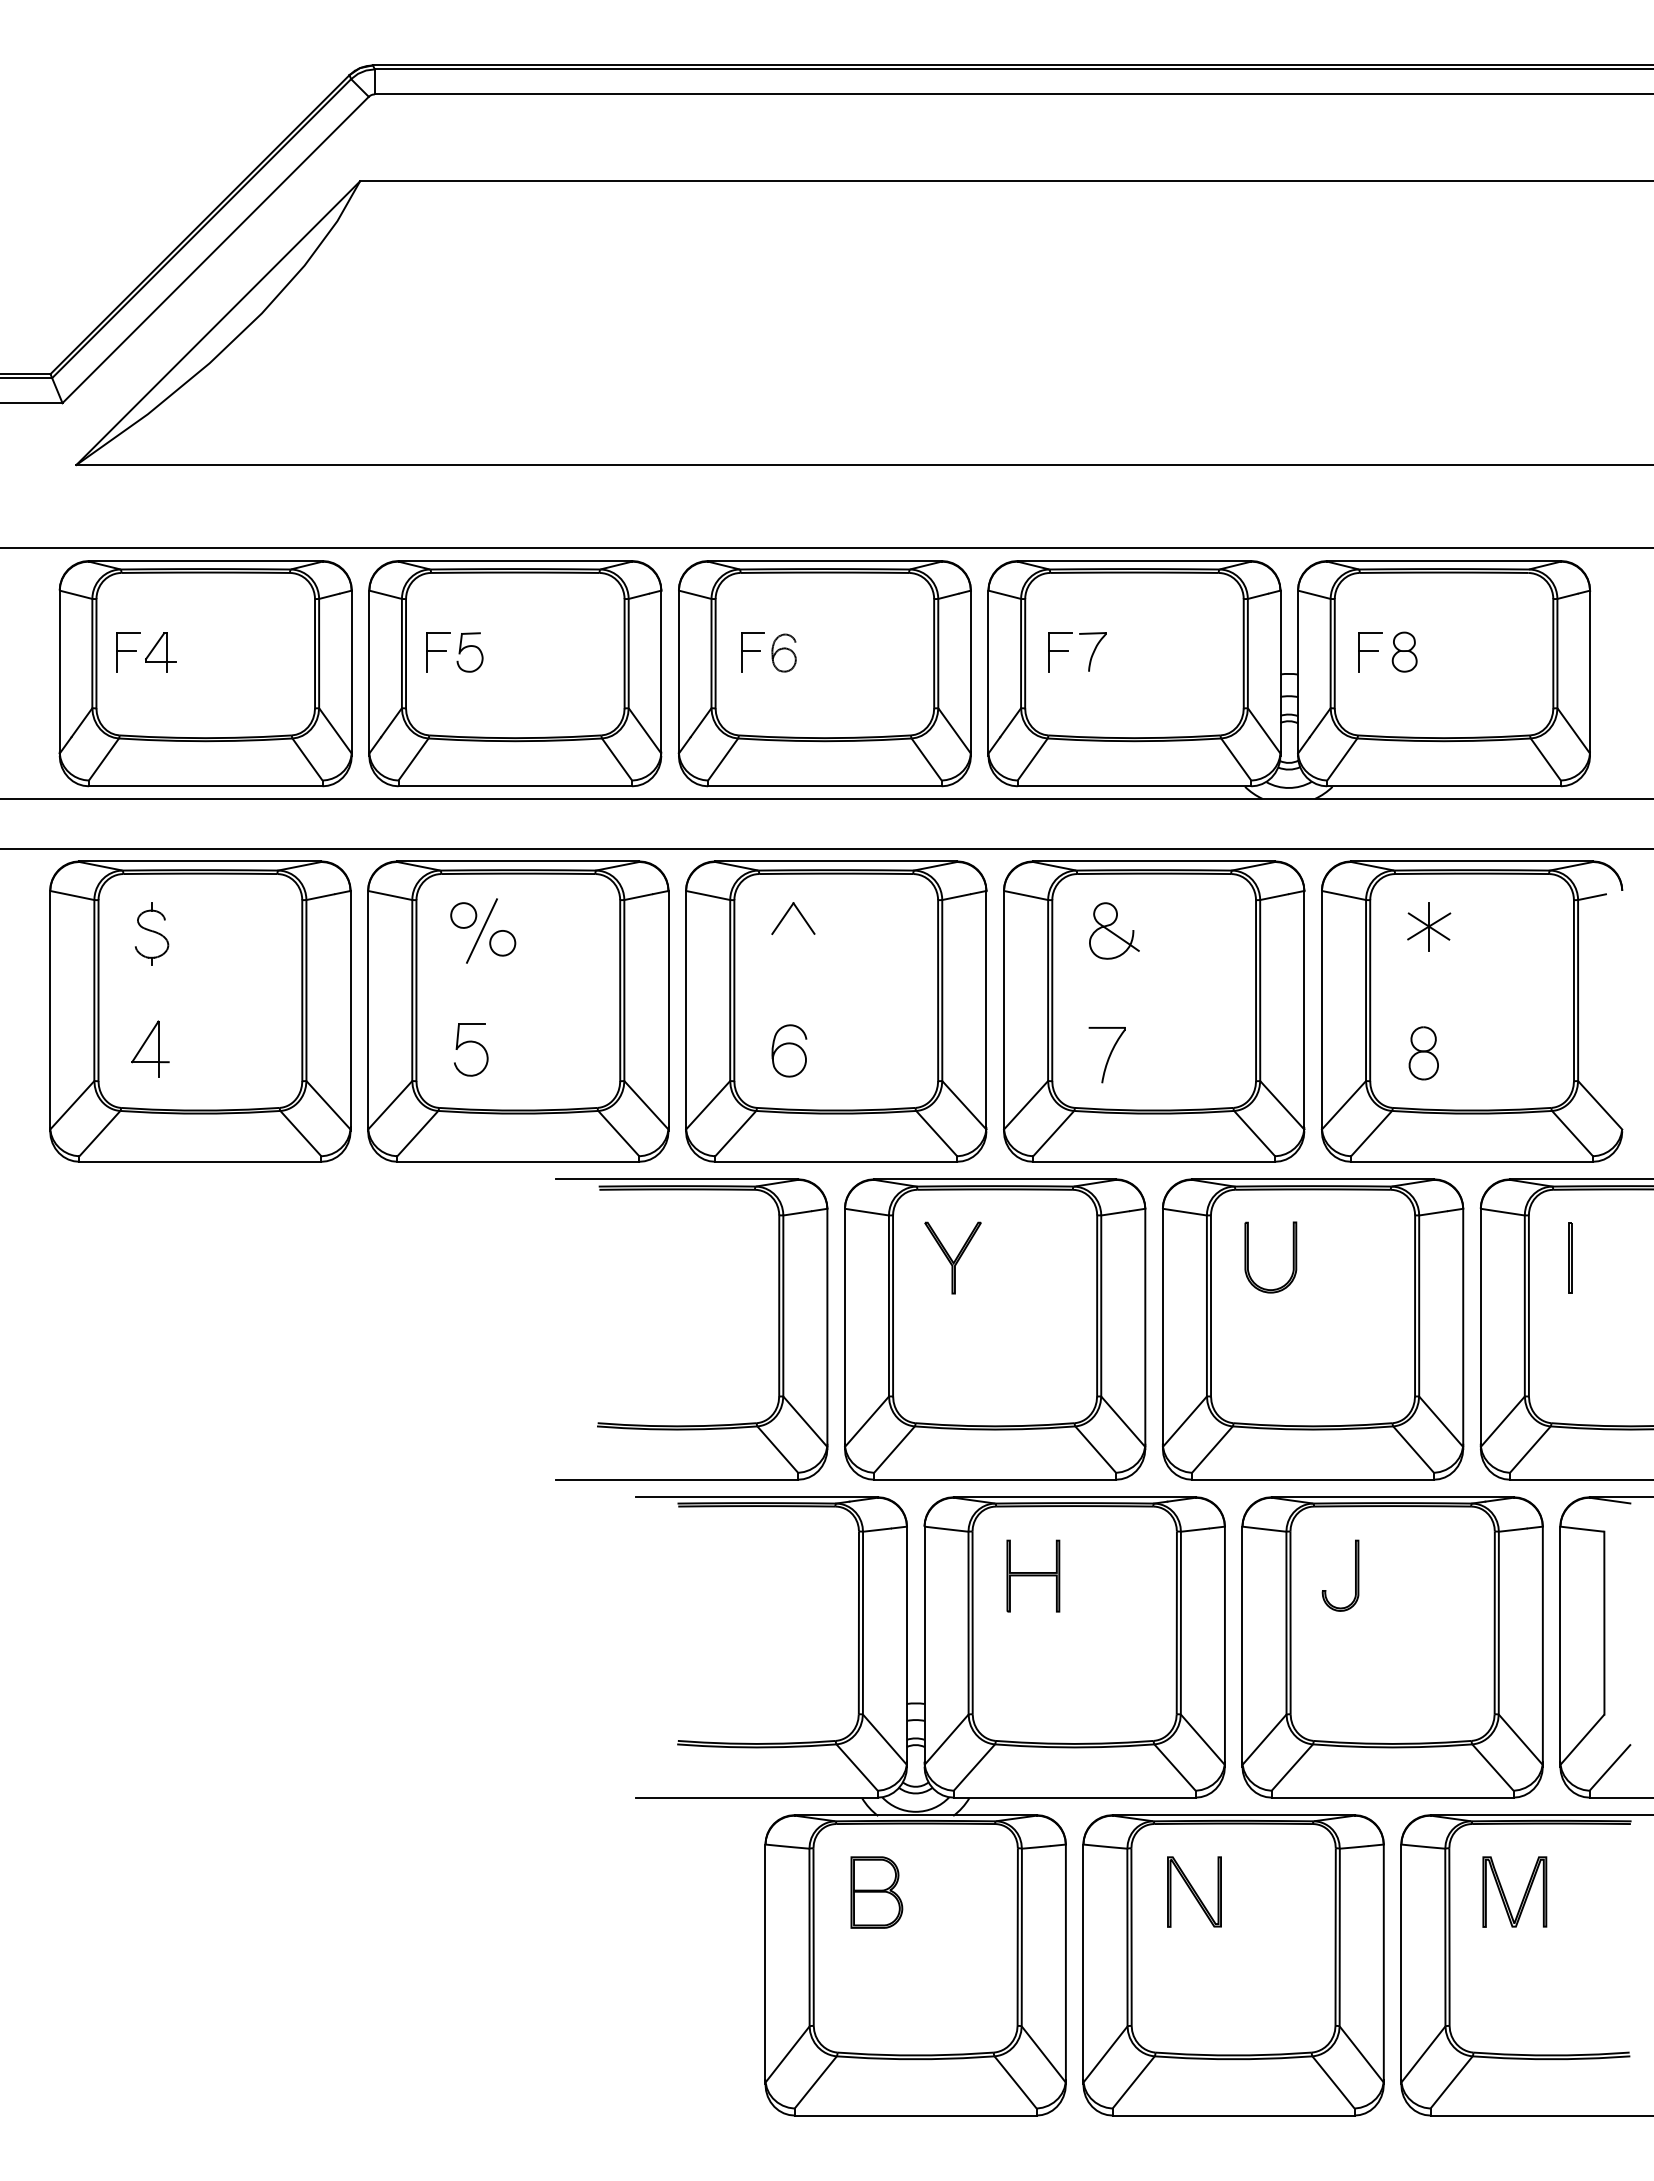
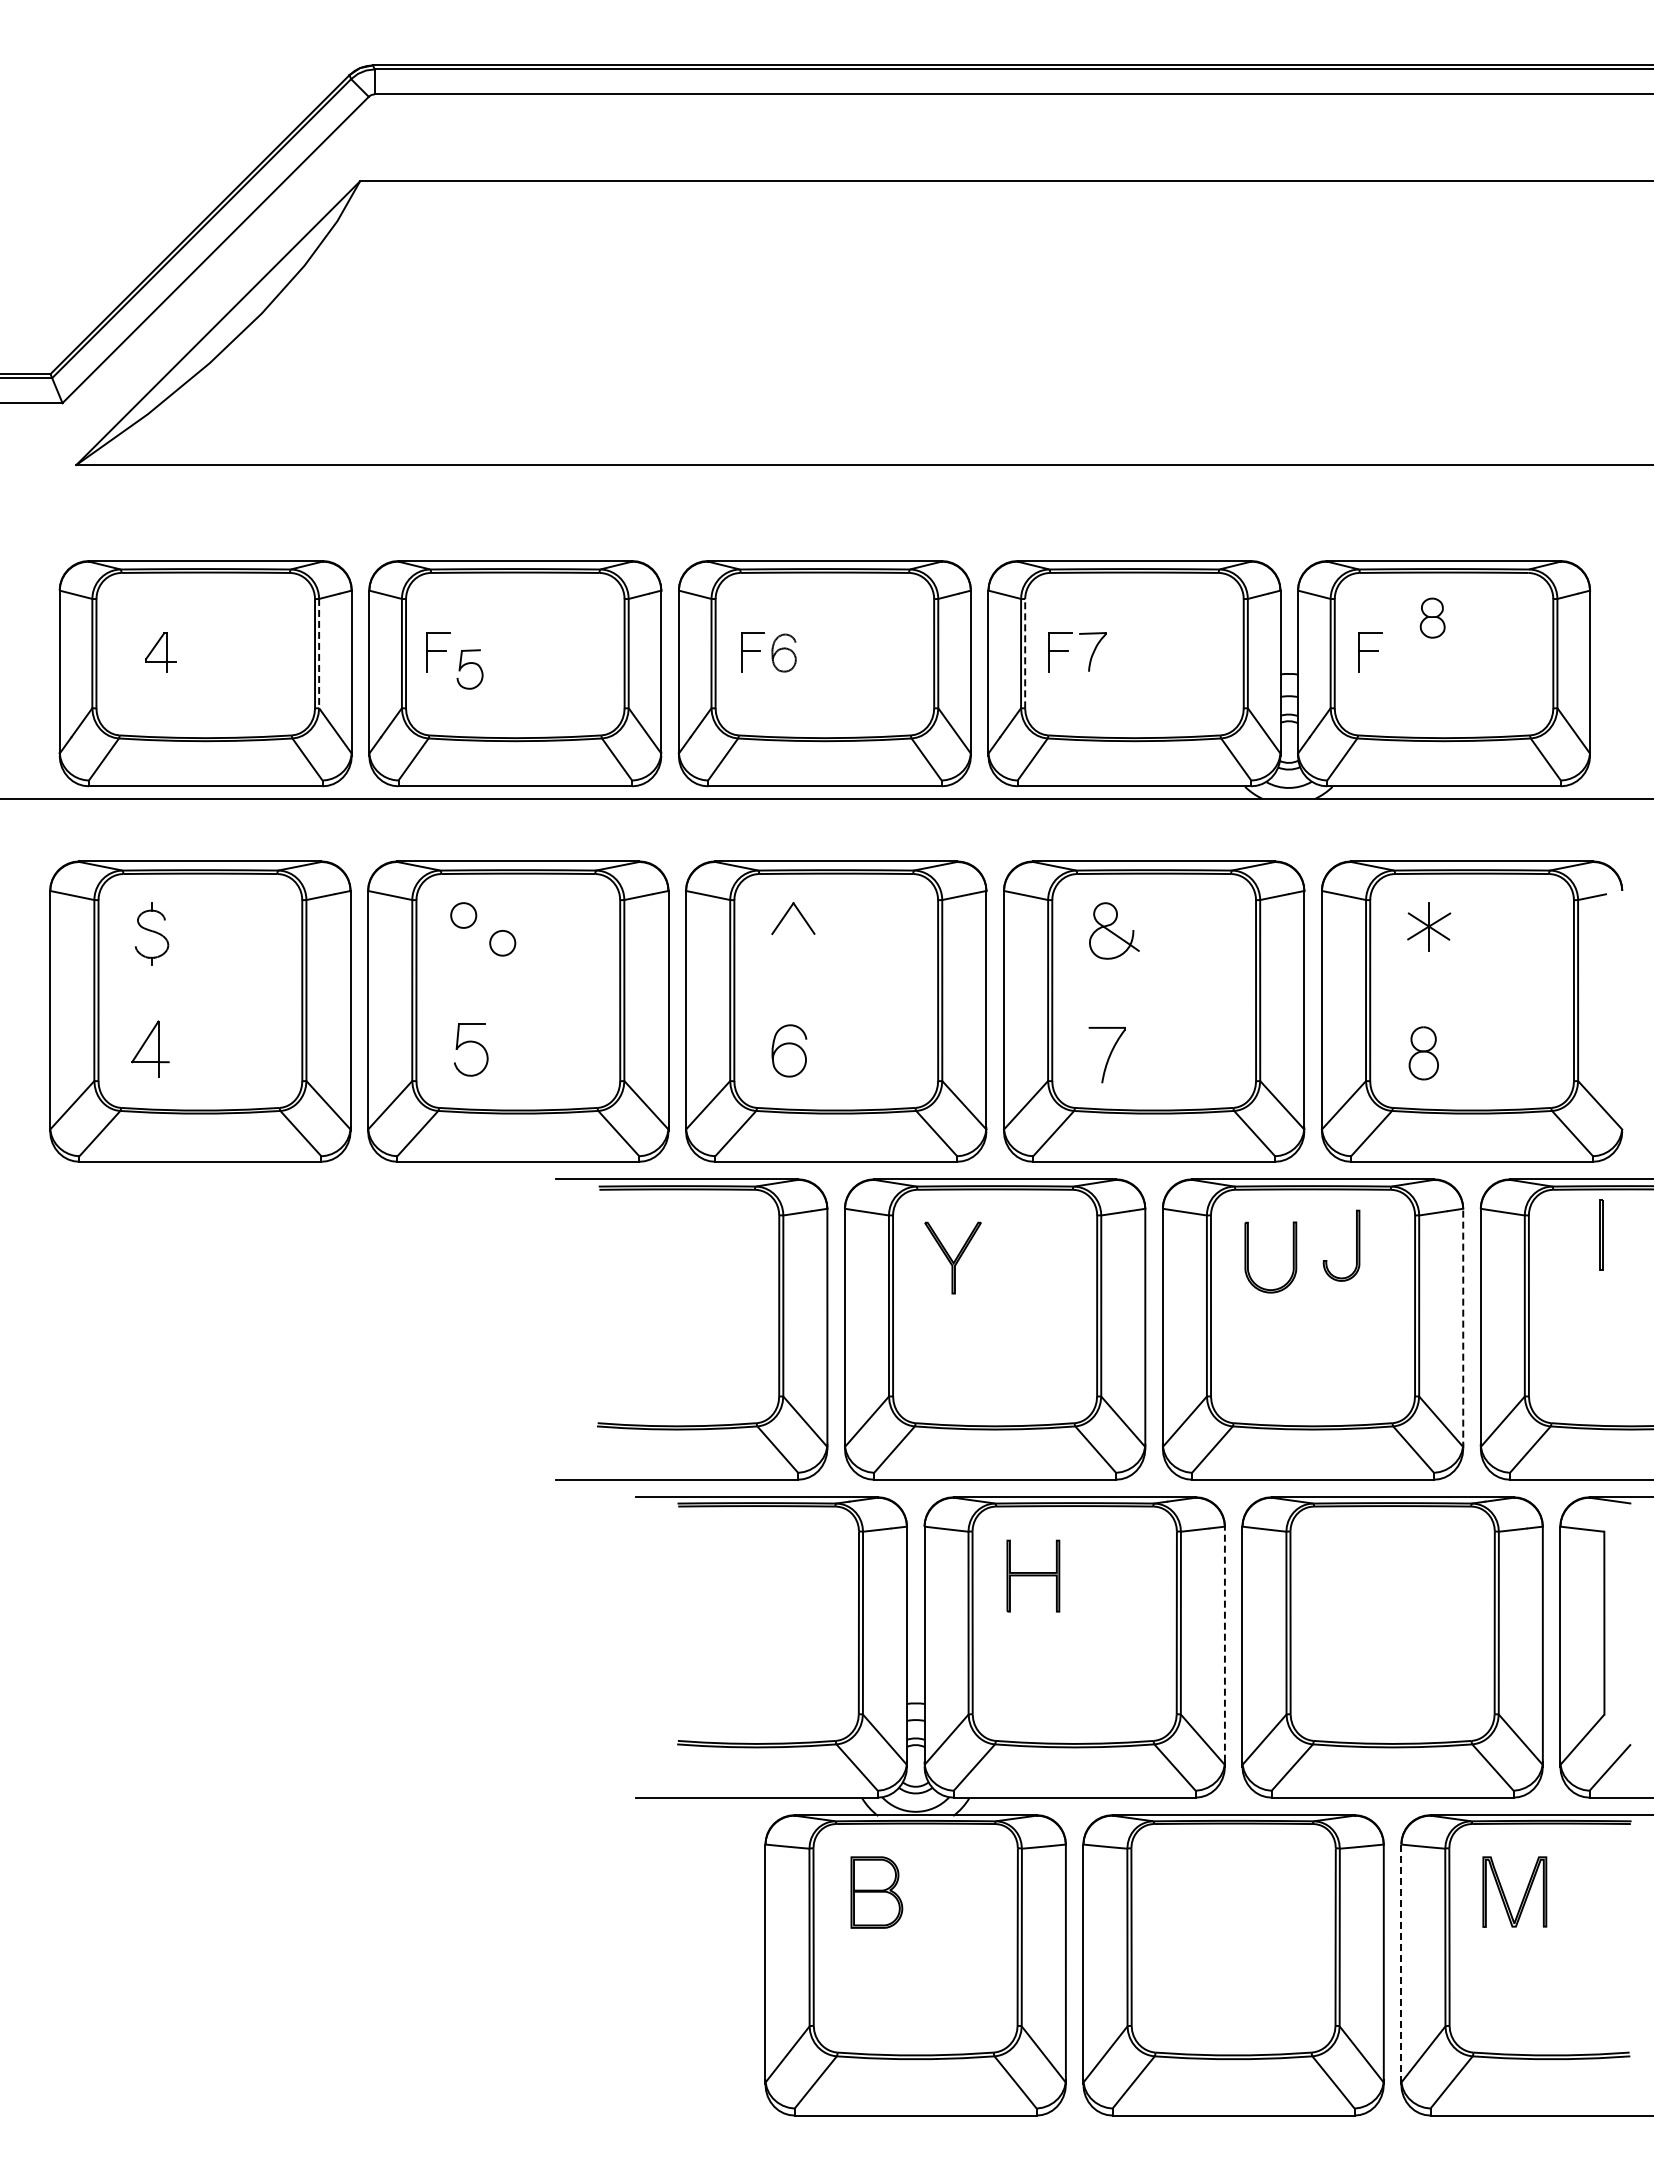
line at (826, 548): present -> none
curve at (1404, 651) position: (1404, 651) -> (1432, 617)
part at (128, 652): present -> none
part at (469, 652) position: (469, 652) -> (469, 669)
line at (319, 653): solid -> dashed
line at (1025, 653): solid -> dashed
line at (826, 848): present -> none
line at (481, 930): present -> none
line at (1569, 1257) position: (1569, 1257) -> (1600, 1234)
line at (1463, 1328): solid -> dashed
part at (1355, 1575) position: (1355, 1575) -> (1356, 1245)
line at (1224, 1643): solid -> dashed
part at (1194, 1891): present -> none
line at (1401, 1962): solid -> dashed
